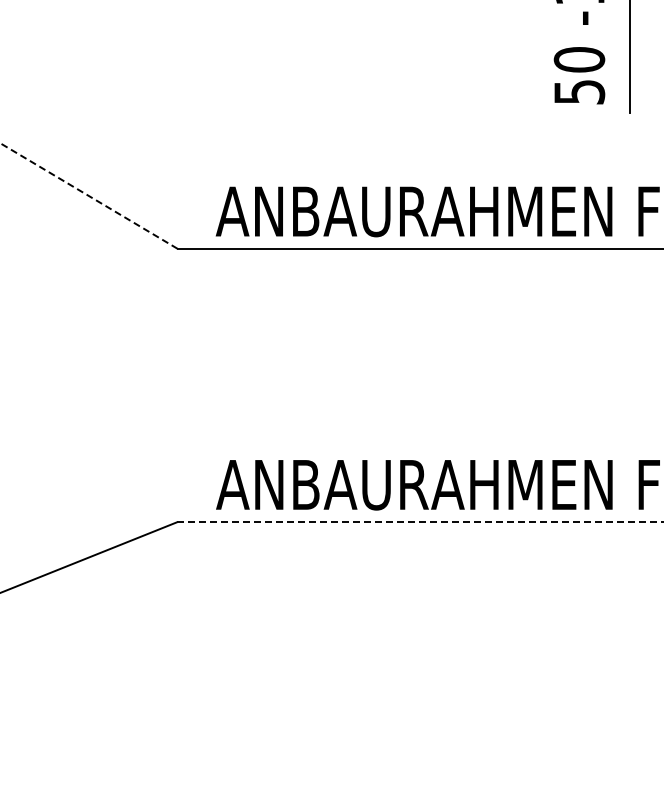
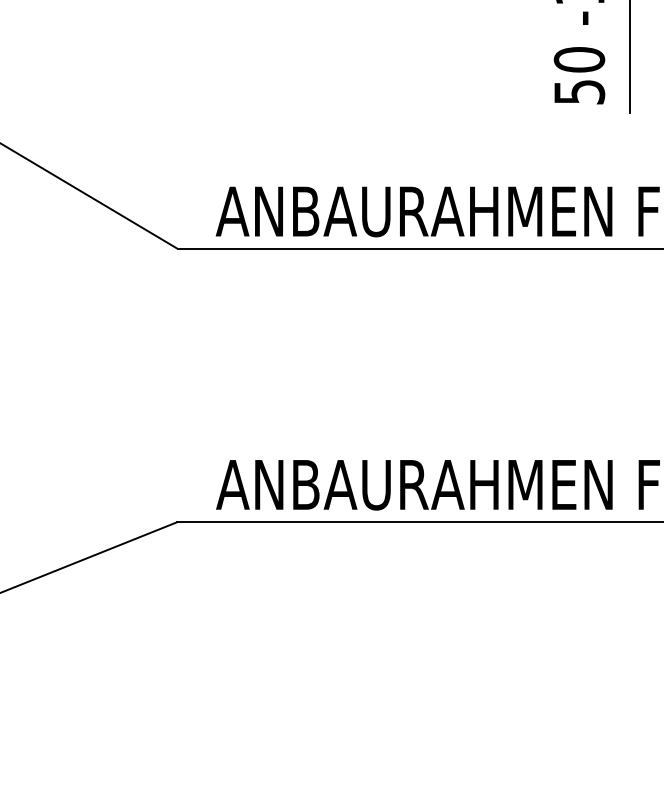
line at (88, 195): dashed -> solid
line at (421, 522): dashed -> solid
